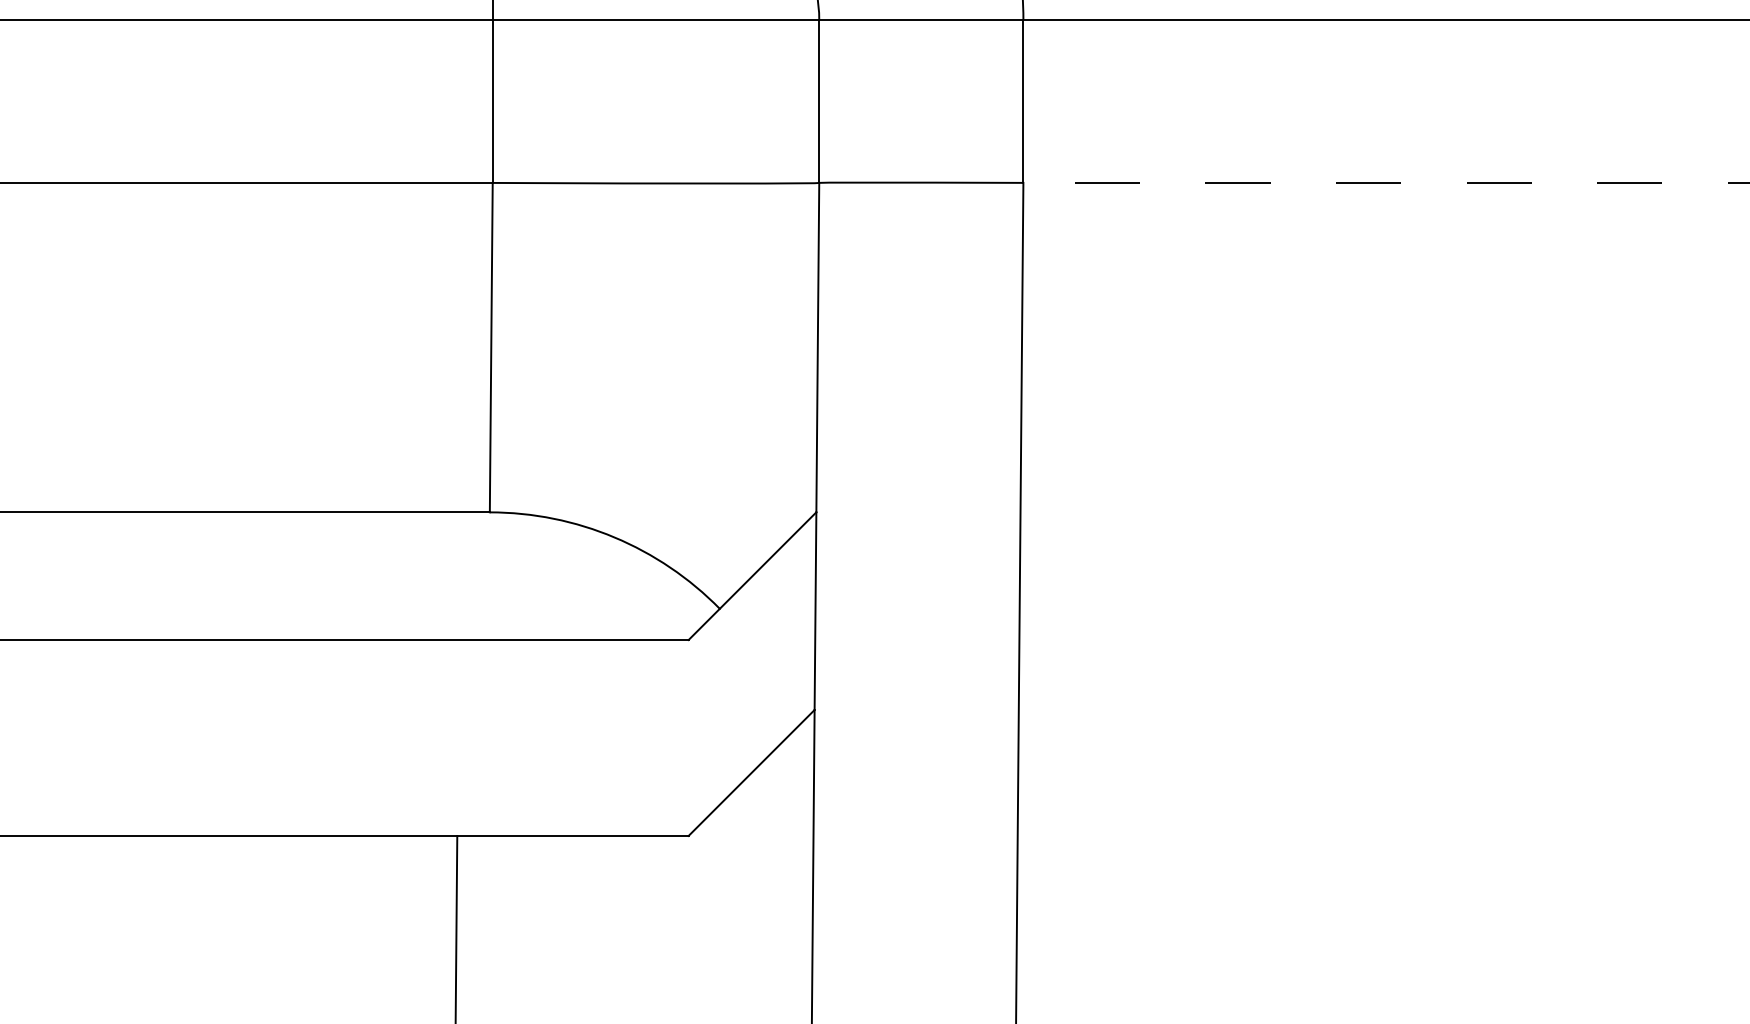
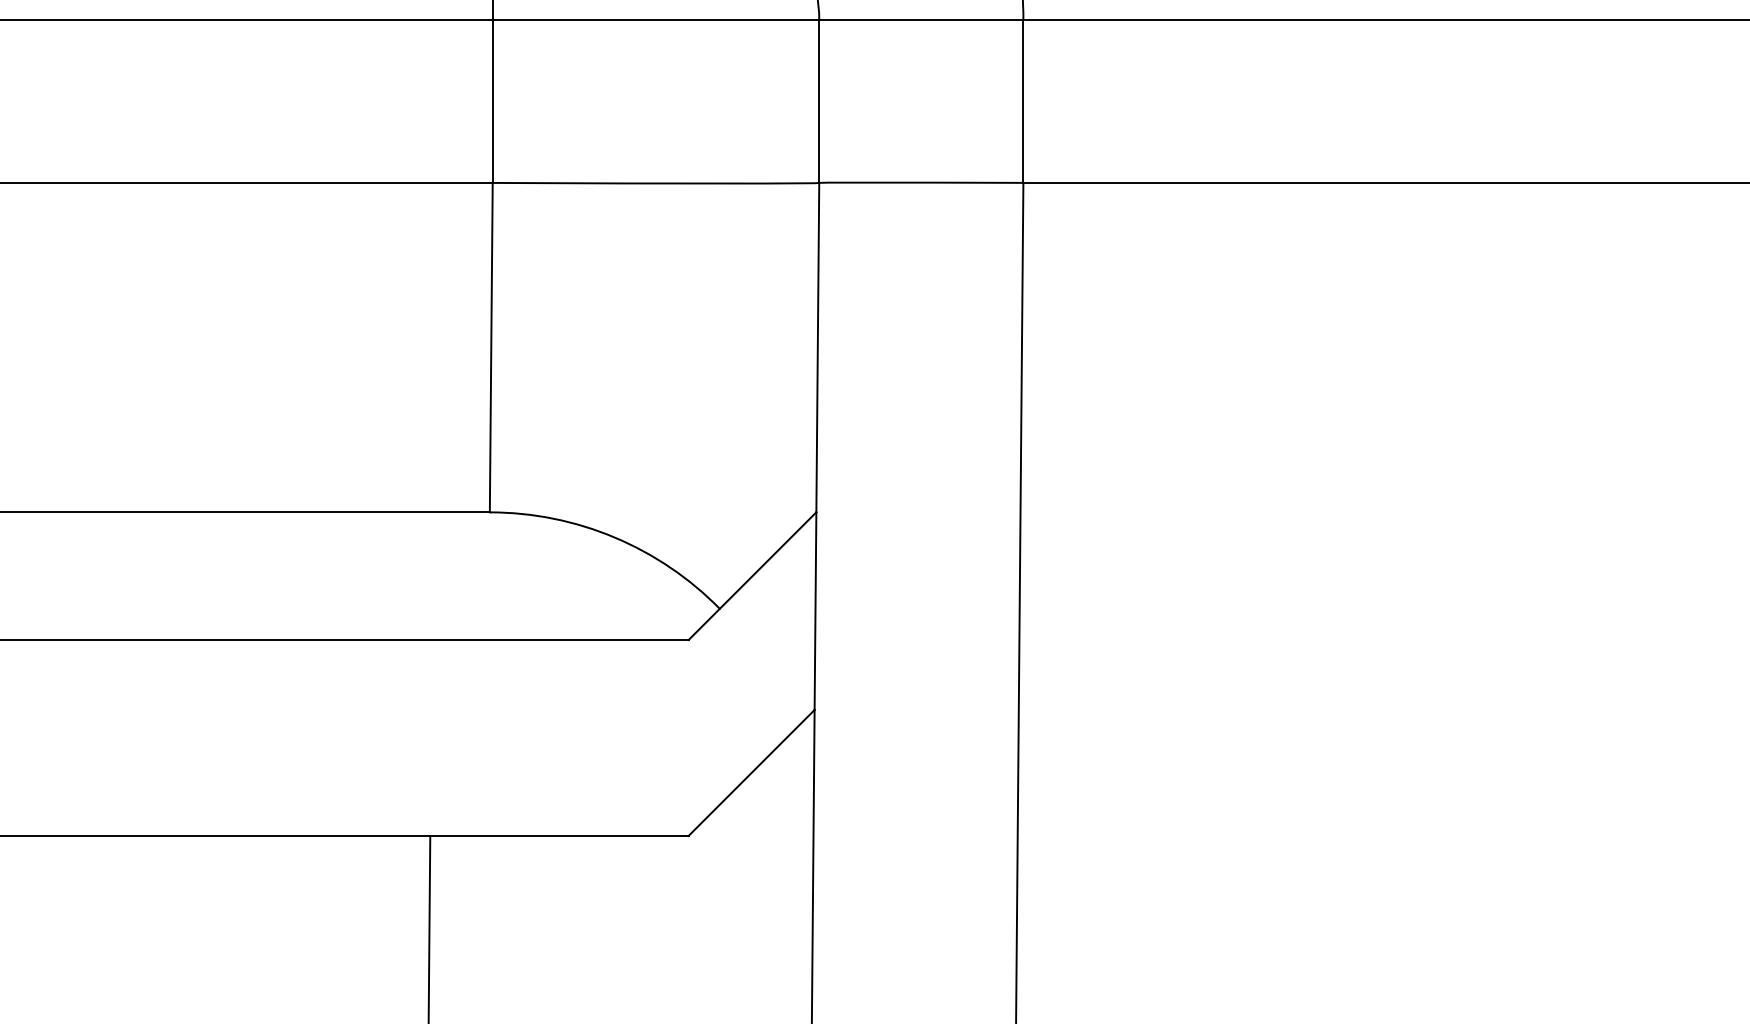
line at (1386, 182): dashed -> solid
line at (456, 927) position: (456, 927) -> (429, 927)
